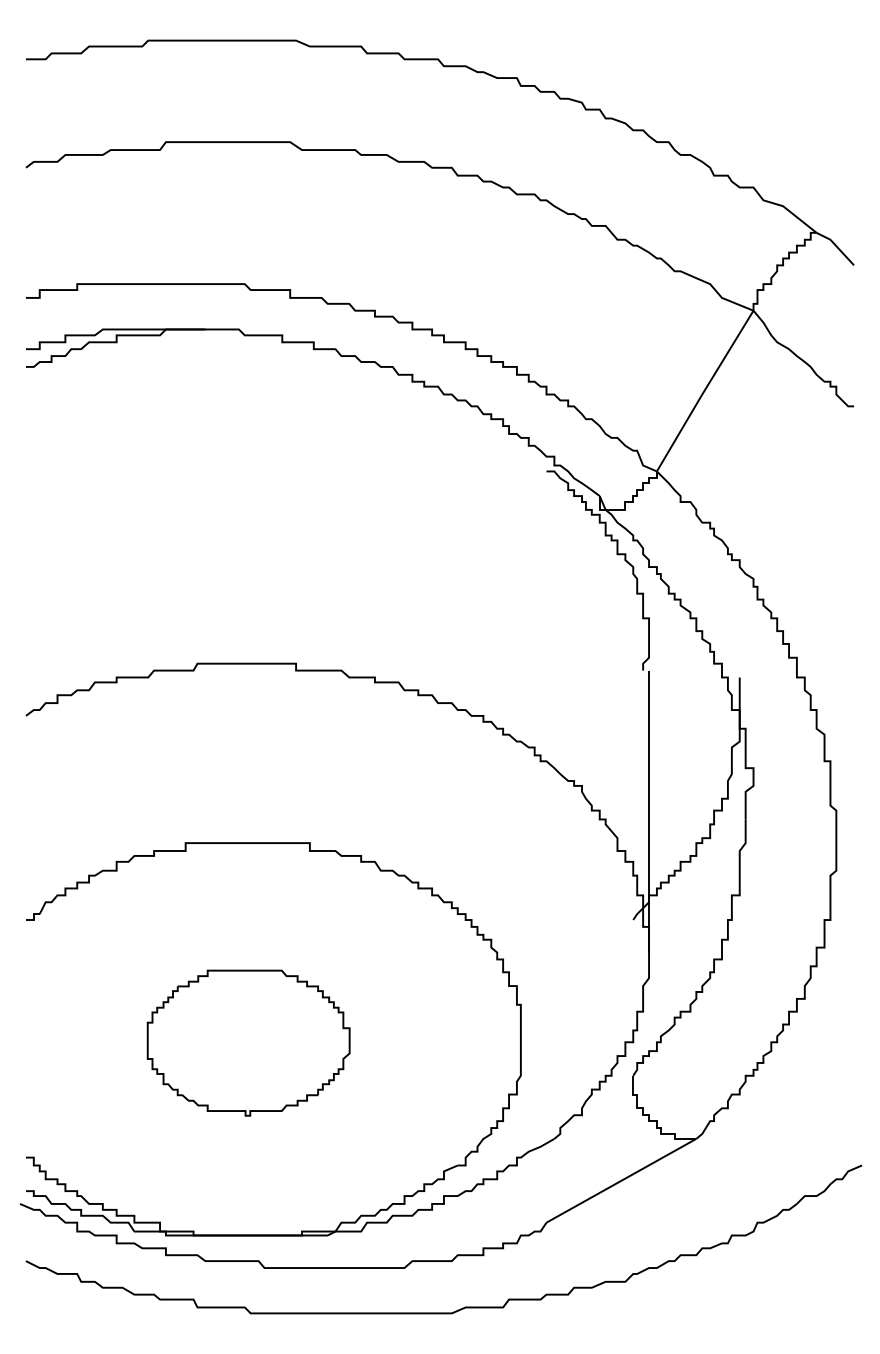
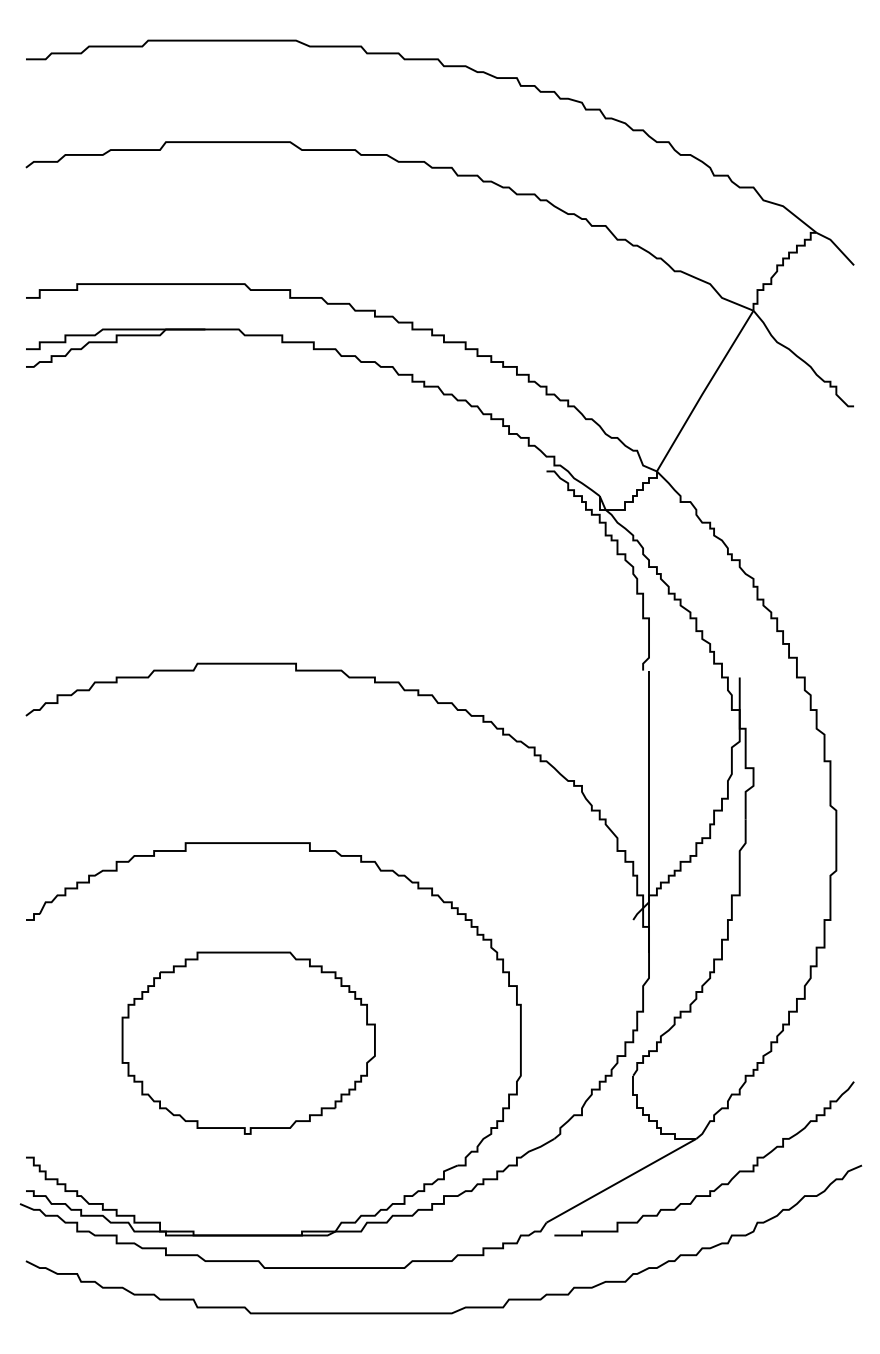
part at (248, 1042) size: 205x148 px -> 255x184 px
curve at (721, 1183): none -> present
